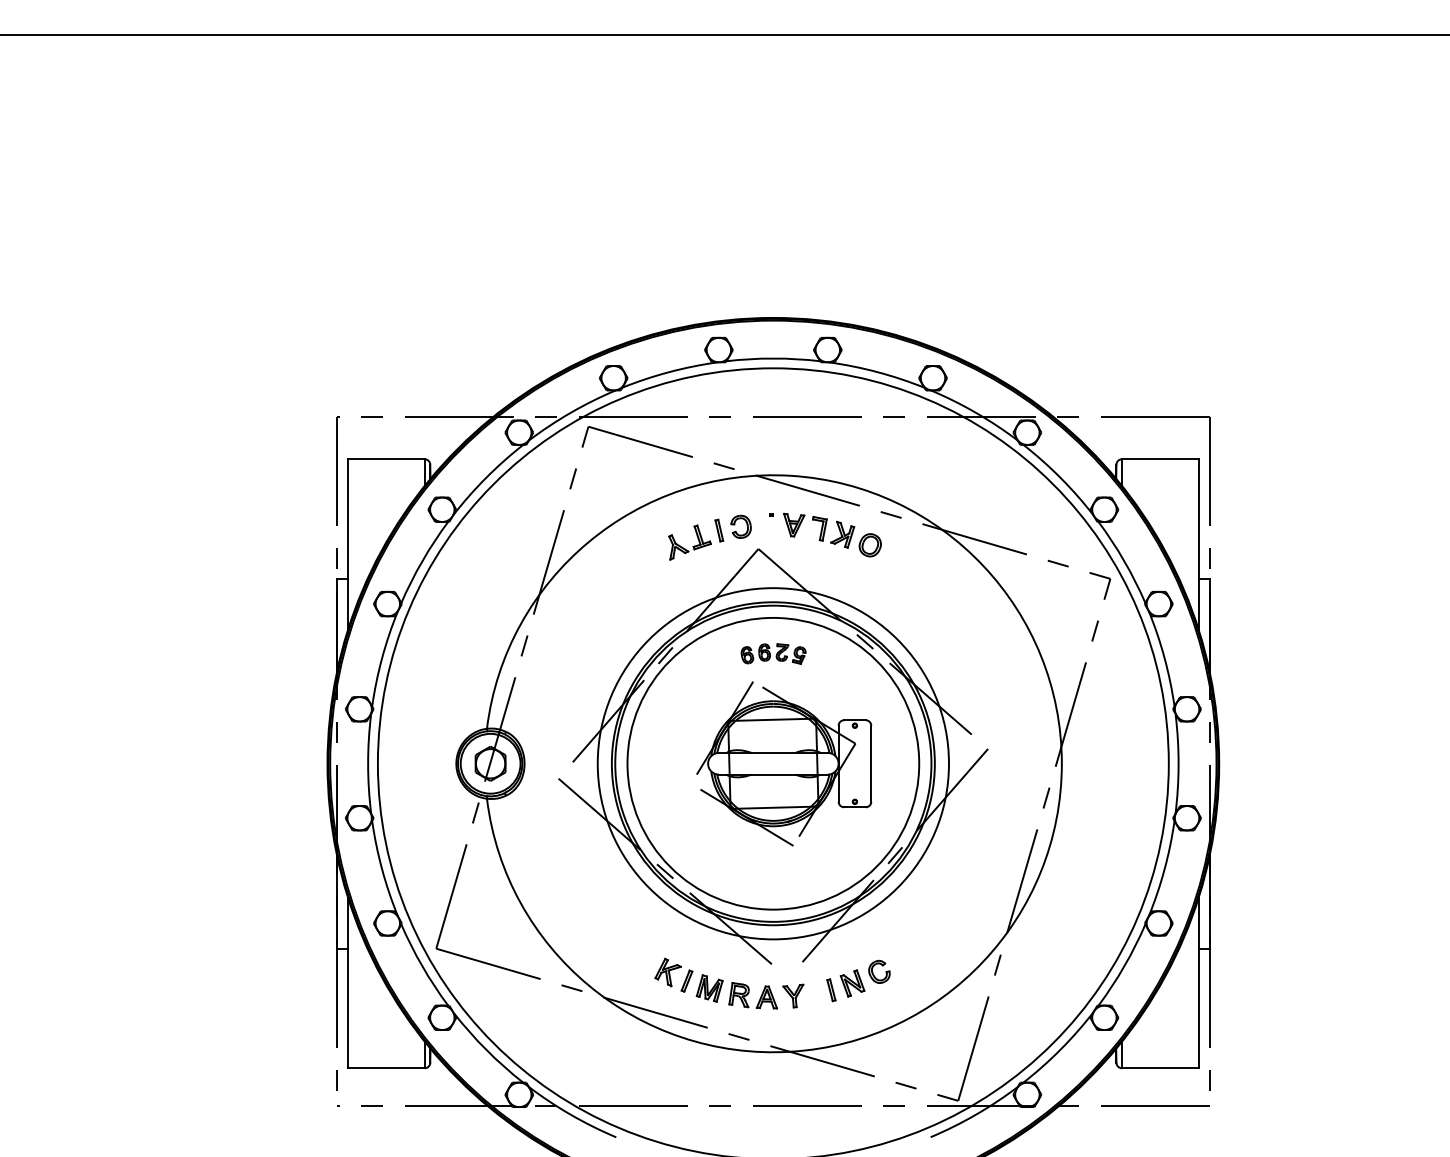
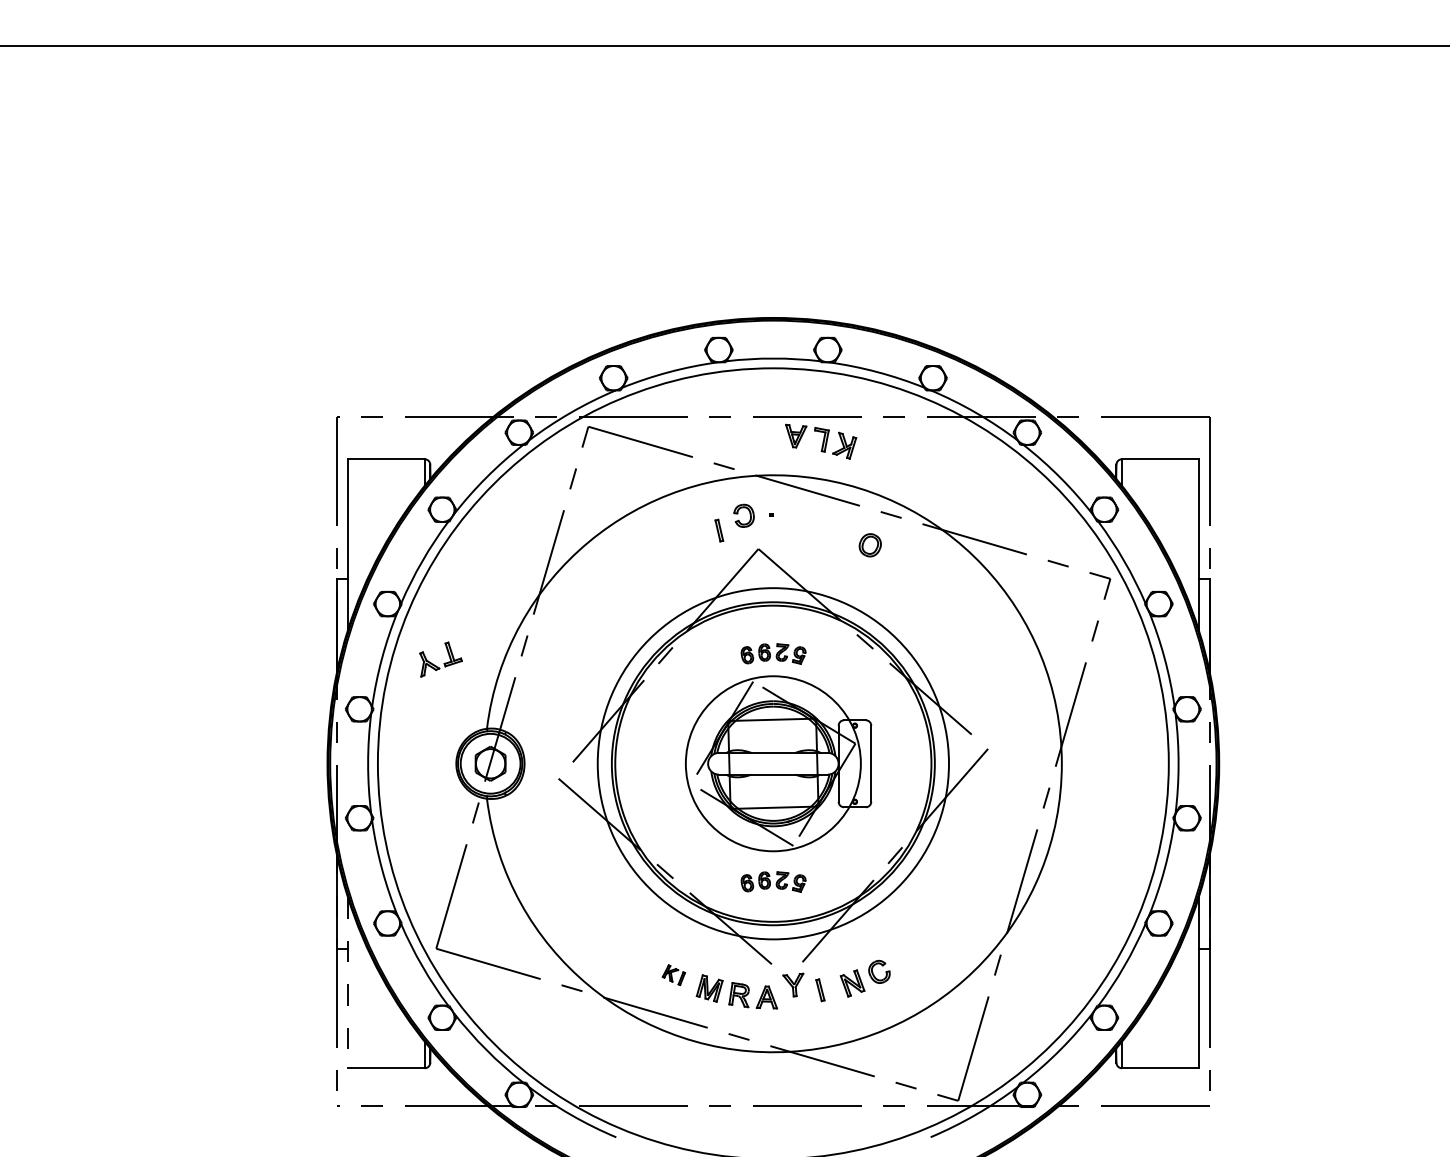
line at (724, 34) position: (724, 34) -> (724, 45)
part at (740, 526) position: (740, 526) -> (743, 515)
part at (819, 530) position: (819, 530) -> (821, 441)
part at (689, 542) position: (689, 542) -> (440, 659)
circle at (773, 763) diameter: 292 px -> 175 px
part at (773, 881): none -> present
part at (673, 974) size: 40x36 px -> 26x23 px
line at (347, 982): solid -> dashed
part at (831, 990) position: (831, 990) -> (820, 990)
part at (793, 995) position: (793, 995) -> (793, 984)
